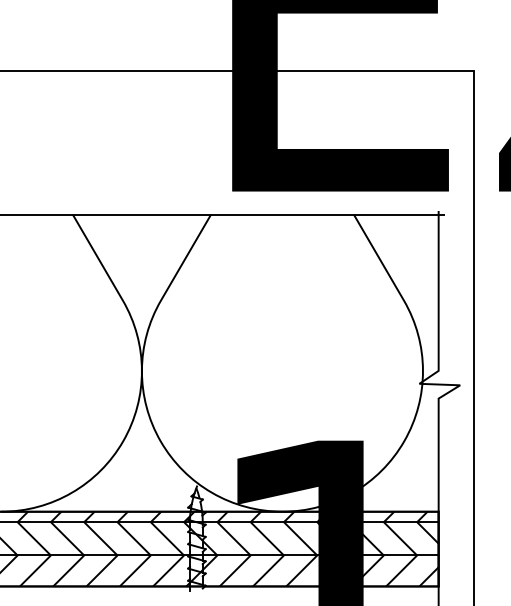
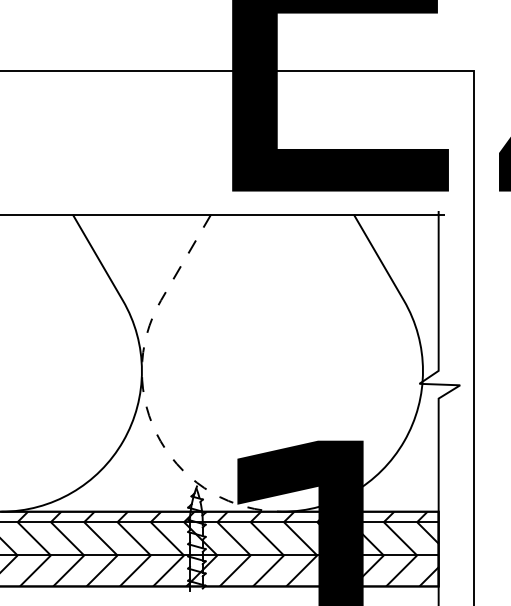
line at (145, 401): solid -> dashed
